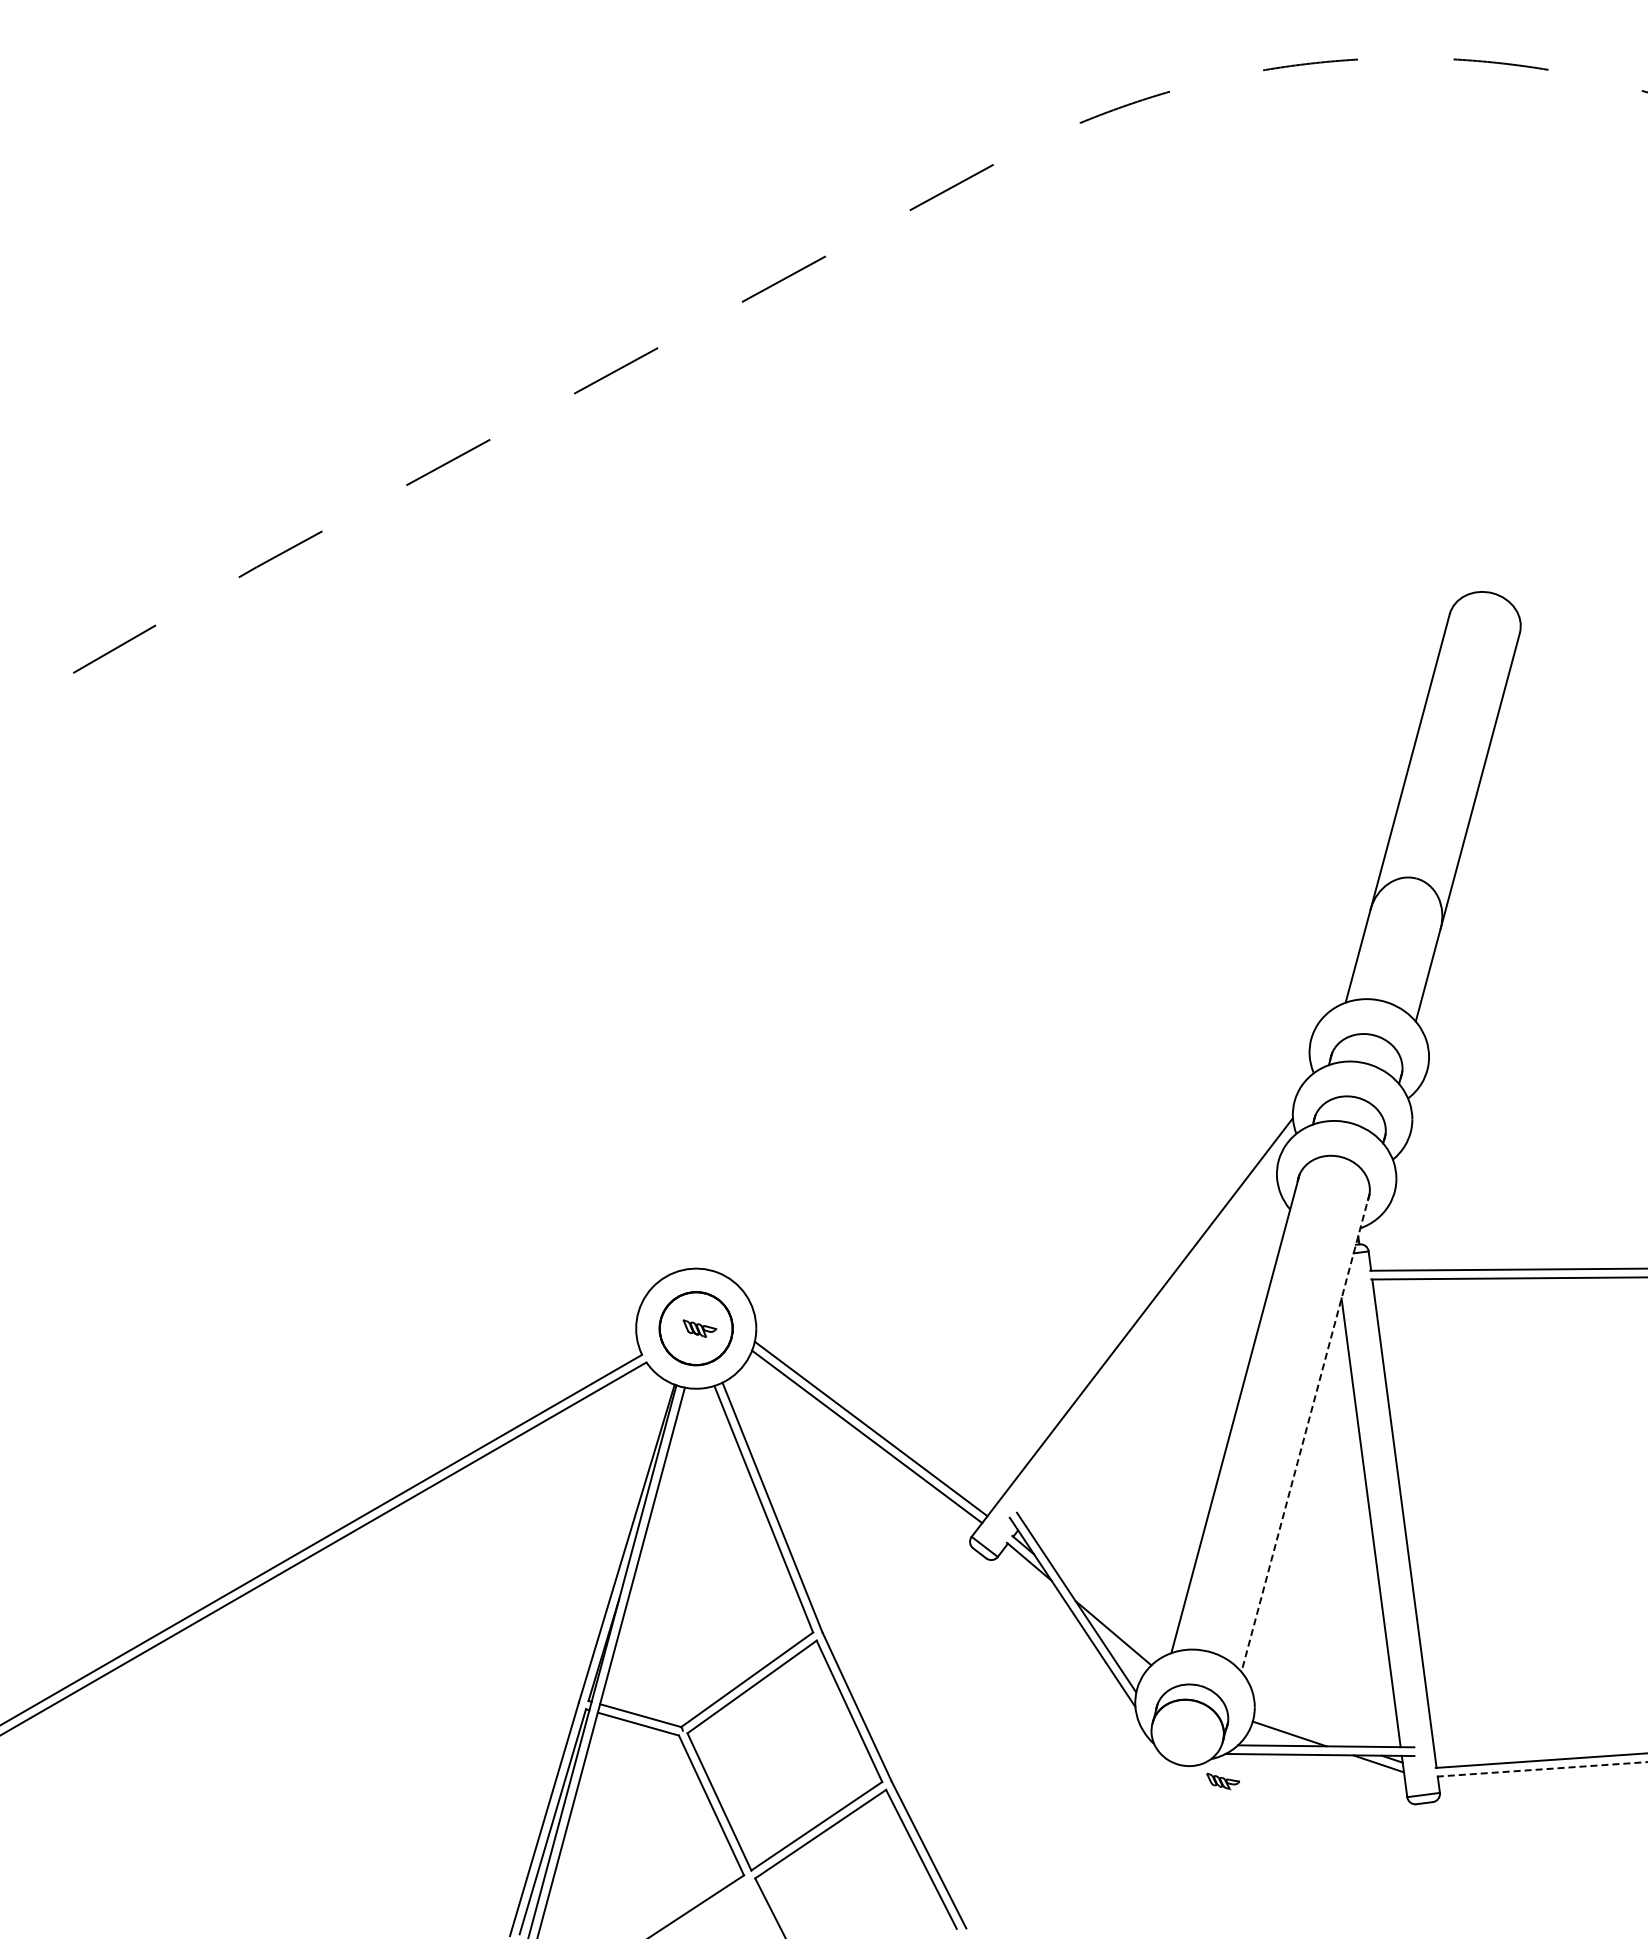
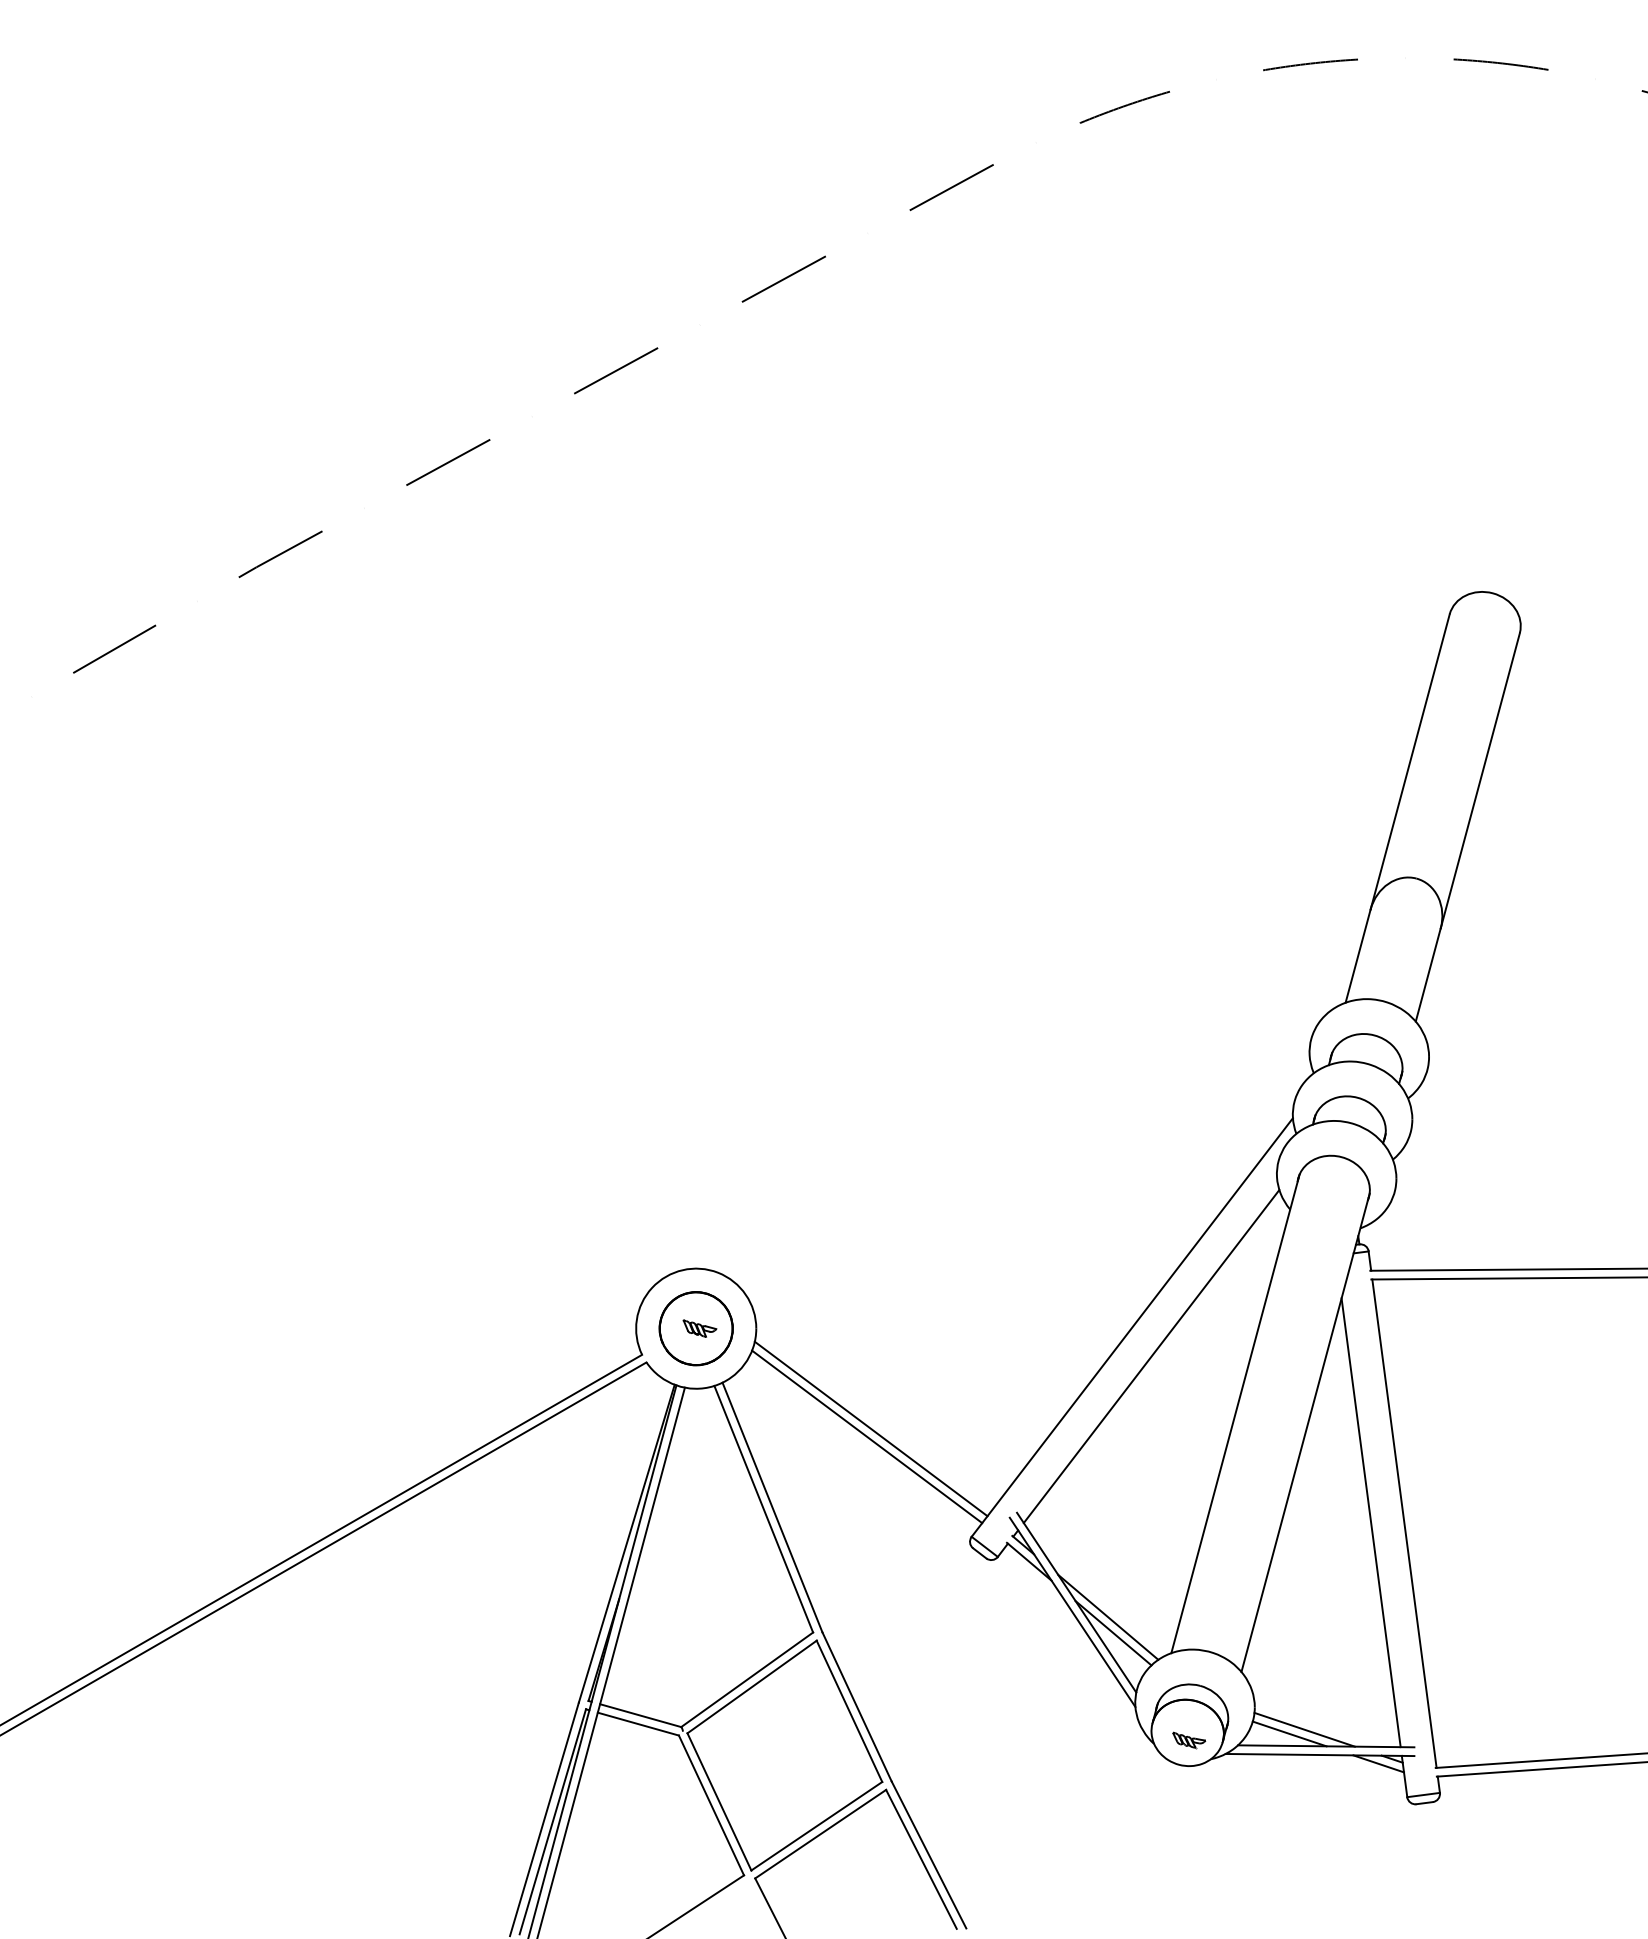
line at (1151, 1356): none -> present
line at (1305, 1432): dashed -> solid
line at (1108, 1616): none -> present
line at (1304, 1729): none -> present
line at (1542, 1769): dashed -> solid
part at (1223, 1781) position: (1223, 1781) -> (1189, 1740)
